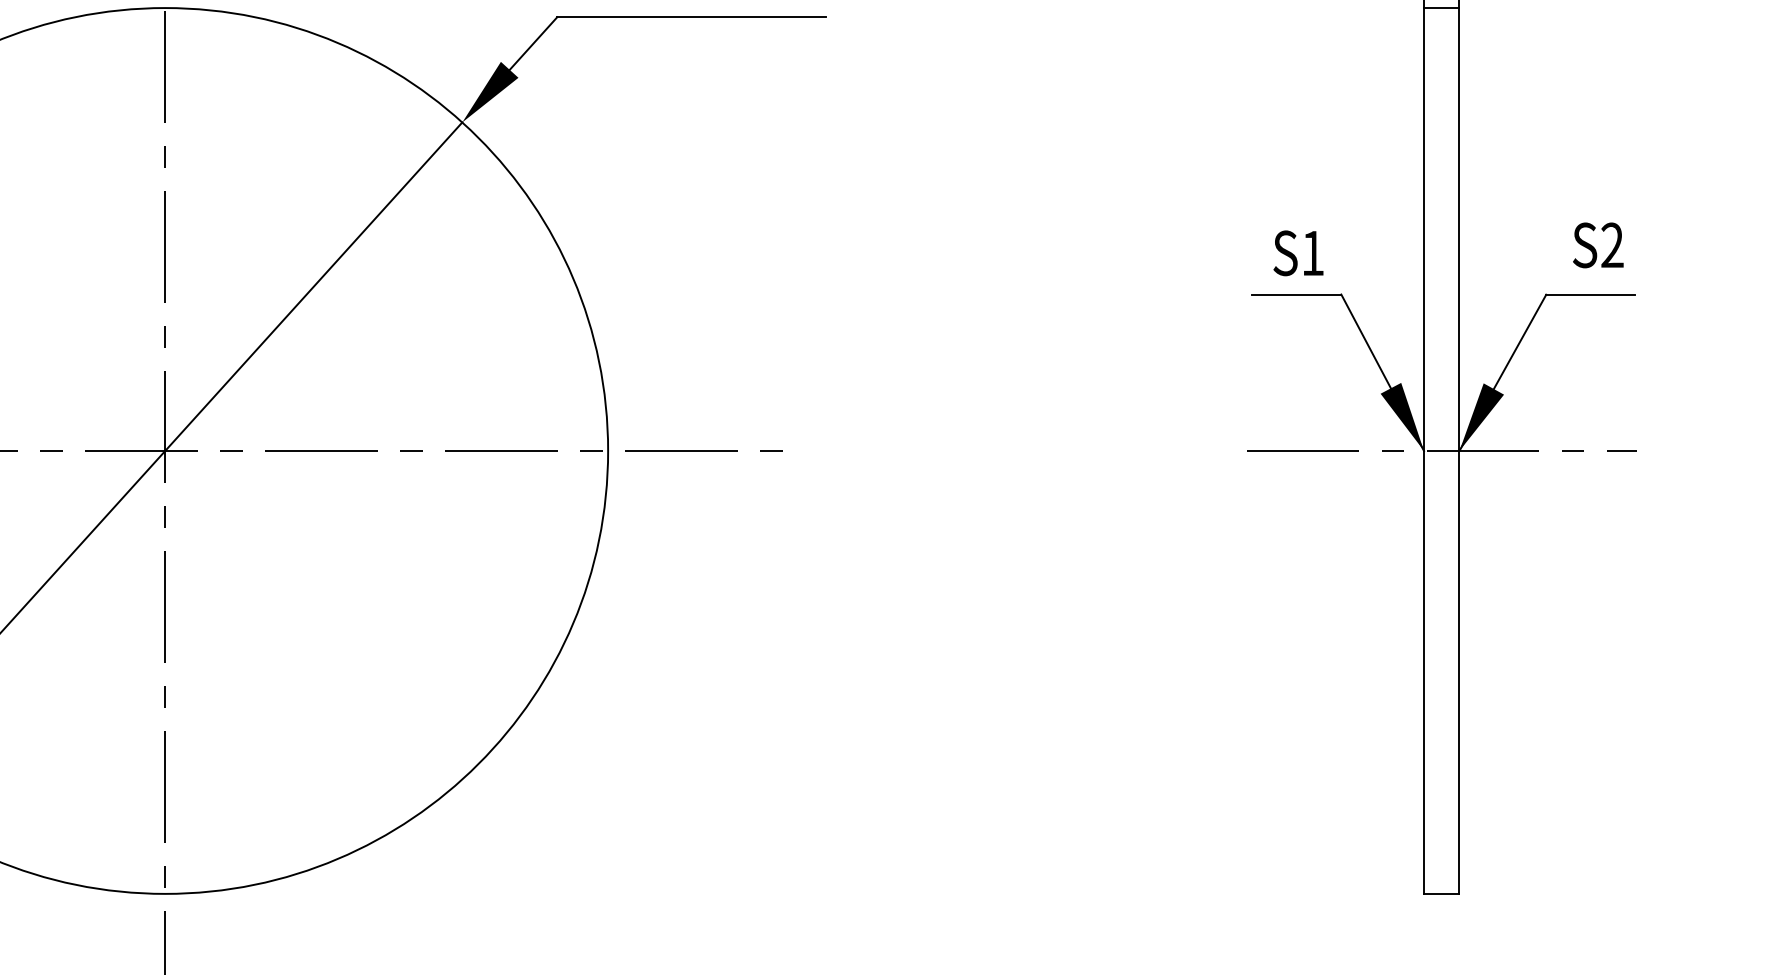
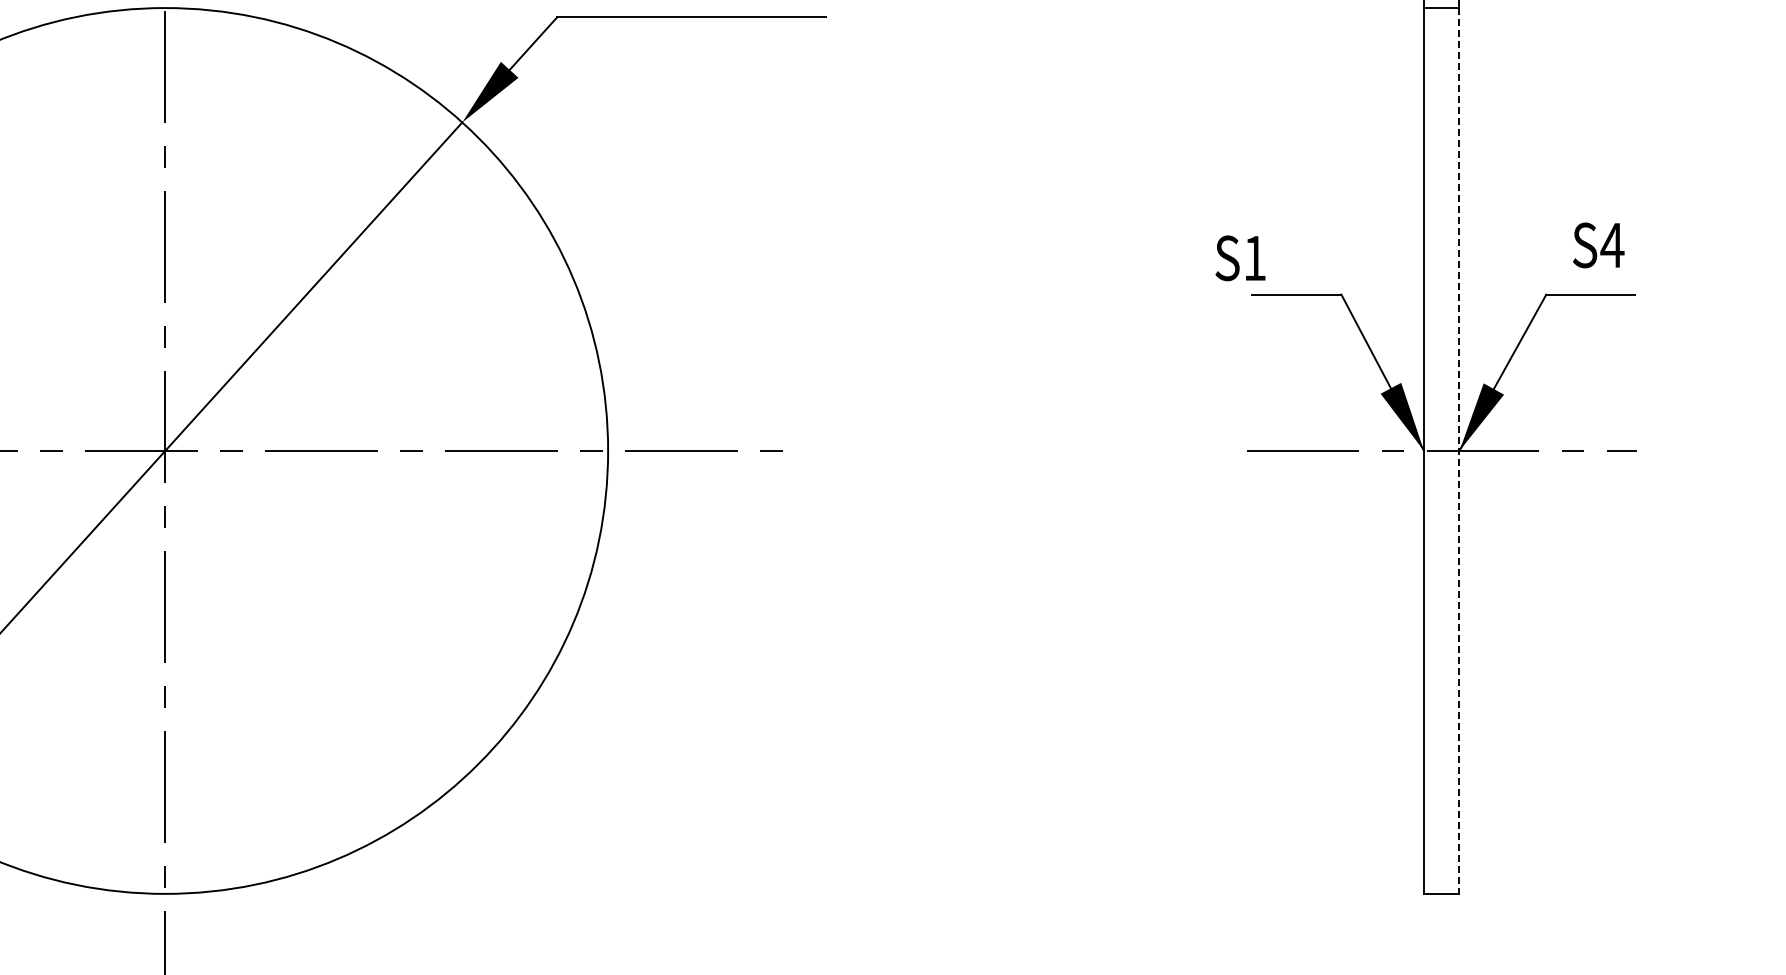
text at (1612, 244): S2 -> S4
text at (1298, 253) position: (1298, 253) -> (1240, 258)
line at (1459, 450): solid -> dashed
